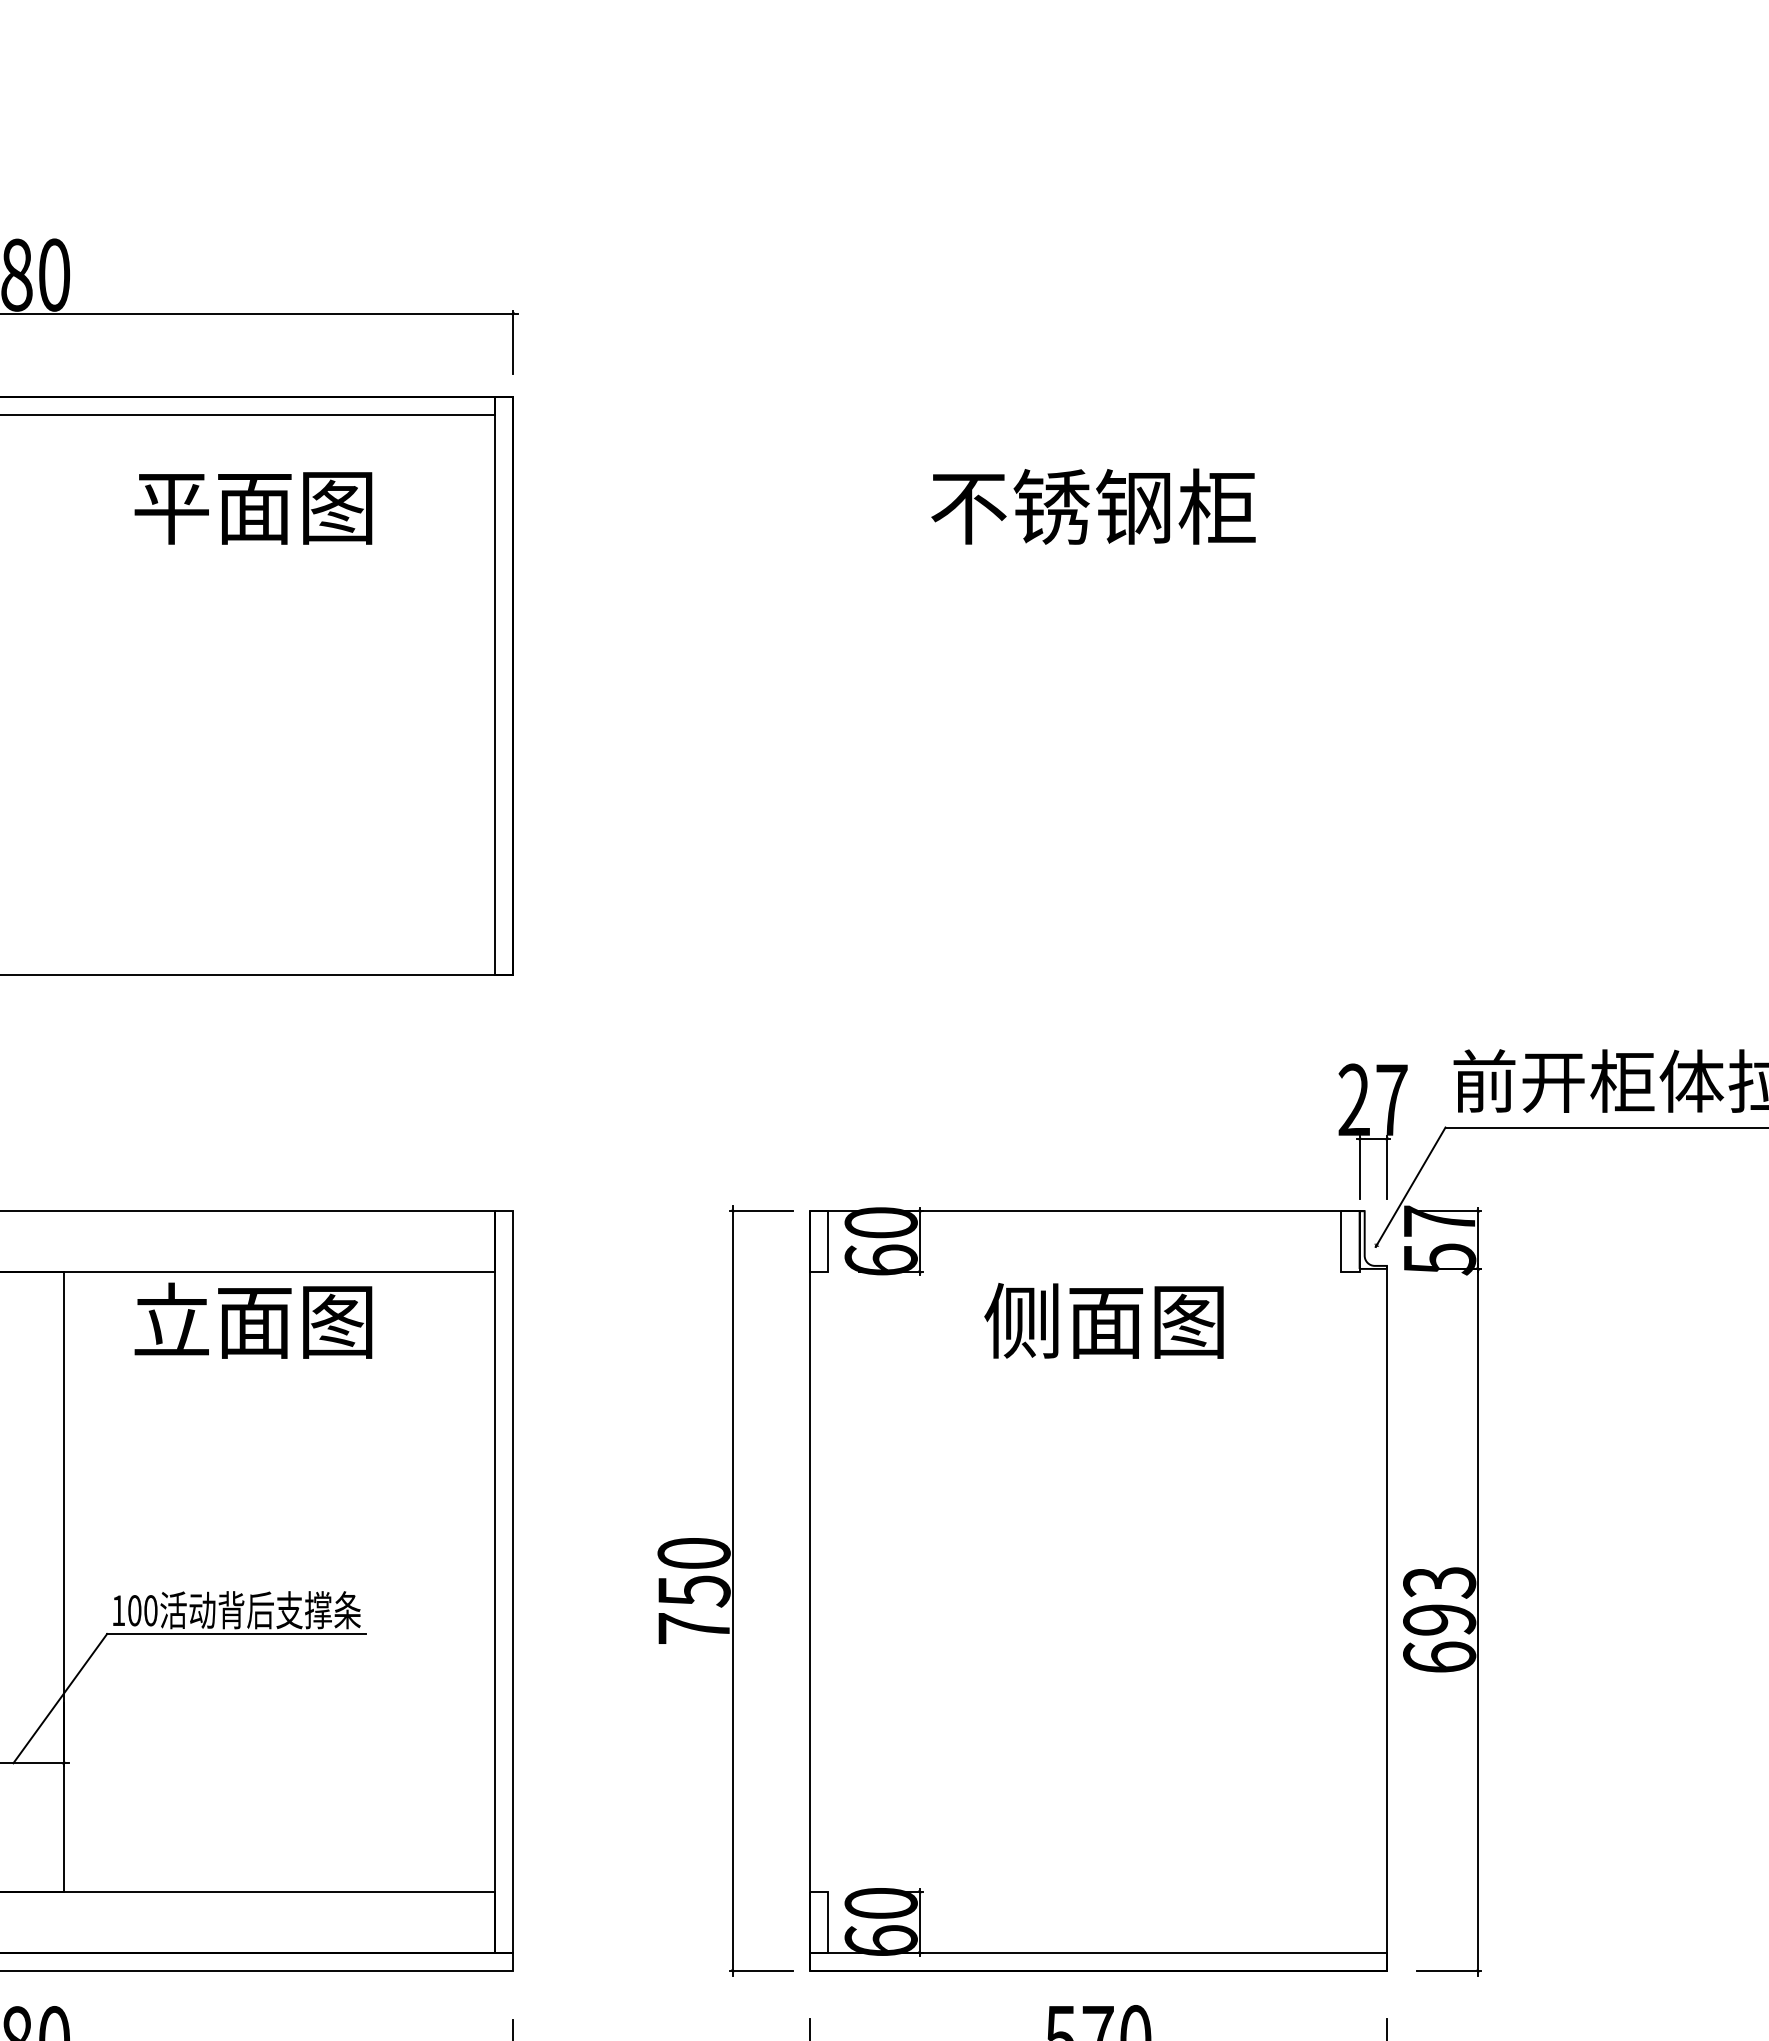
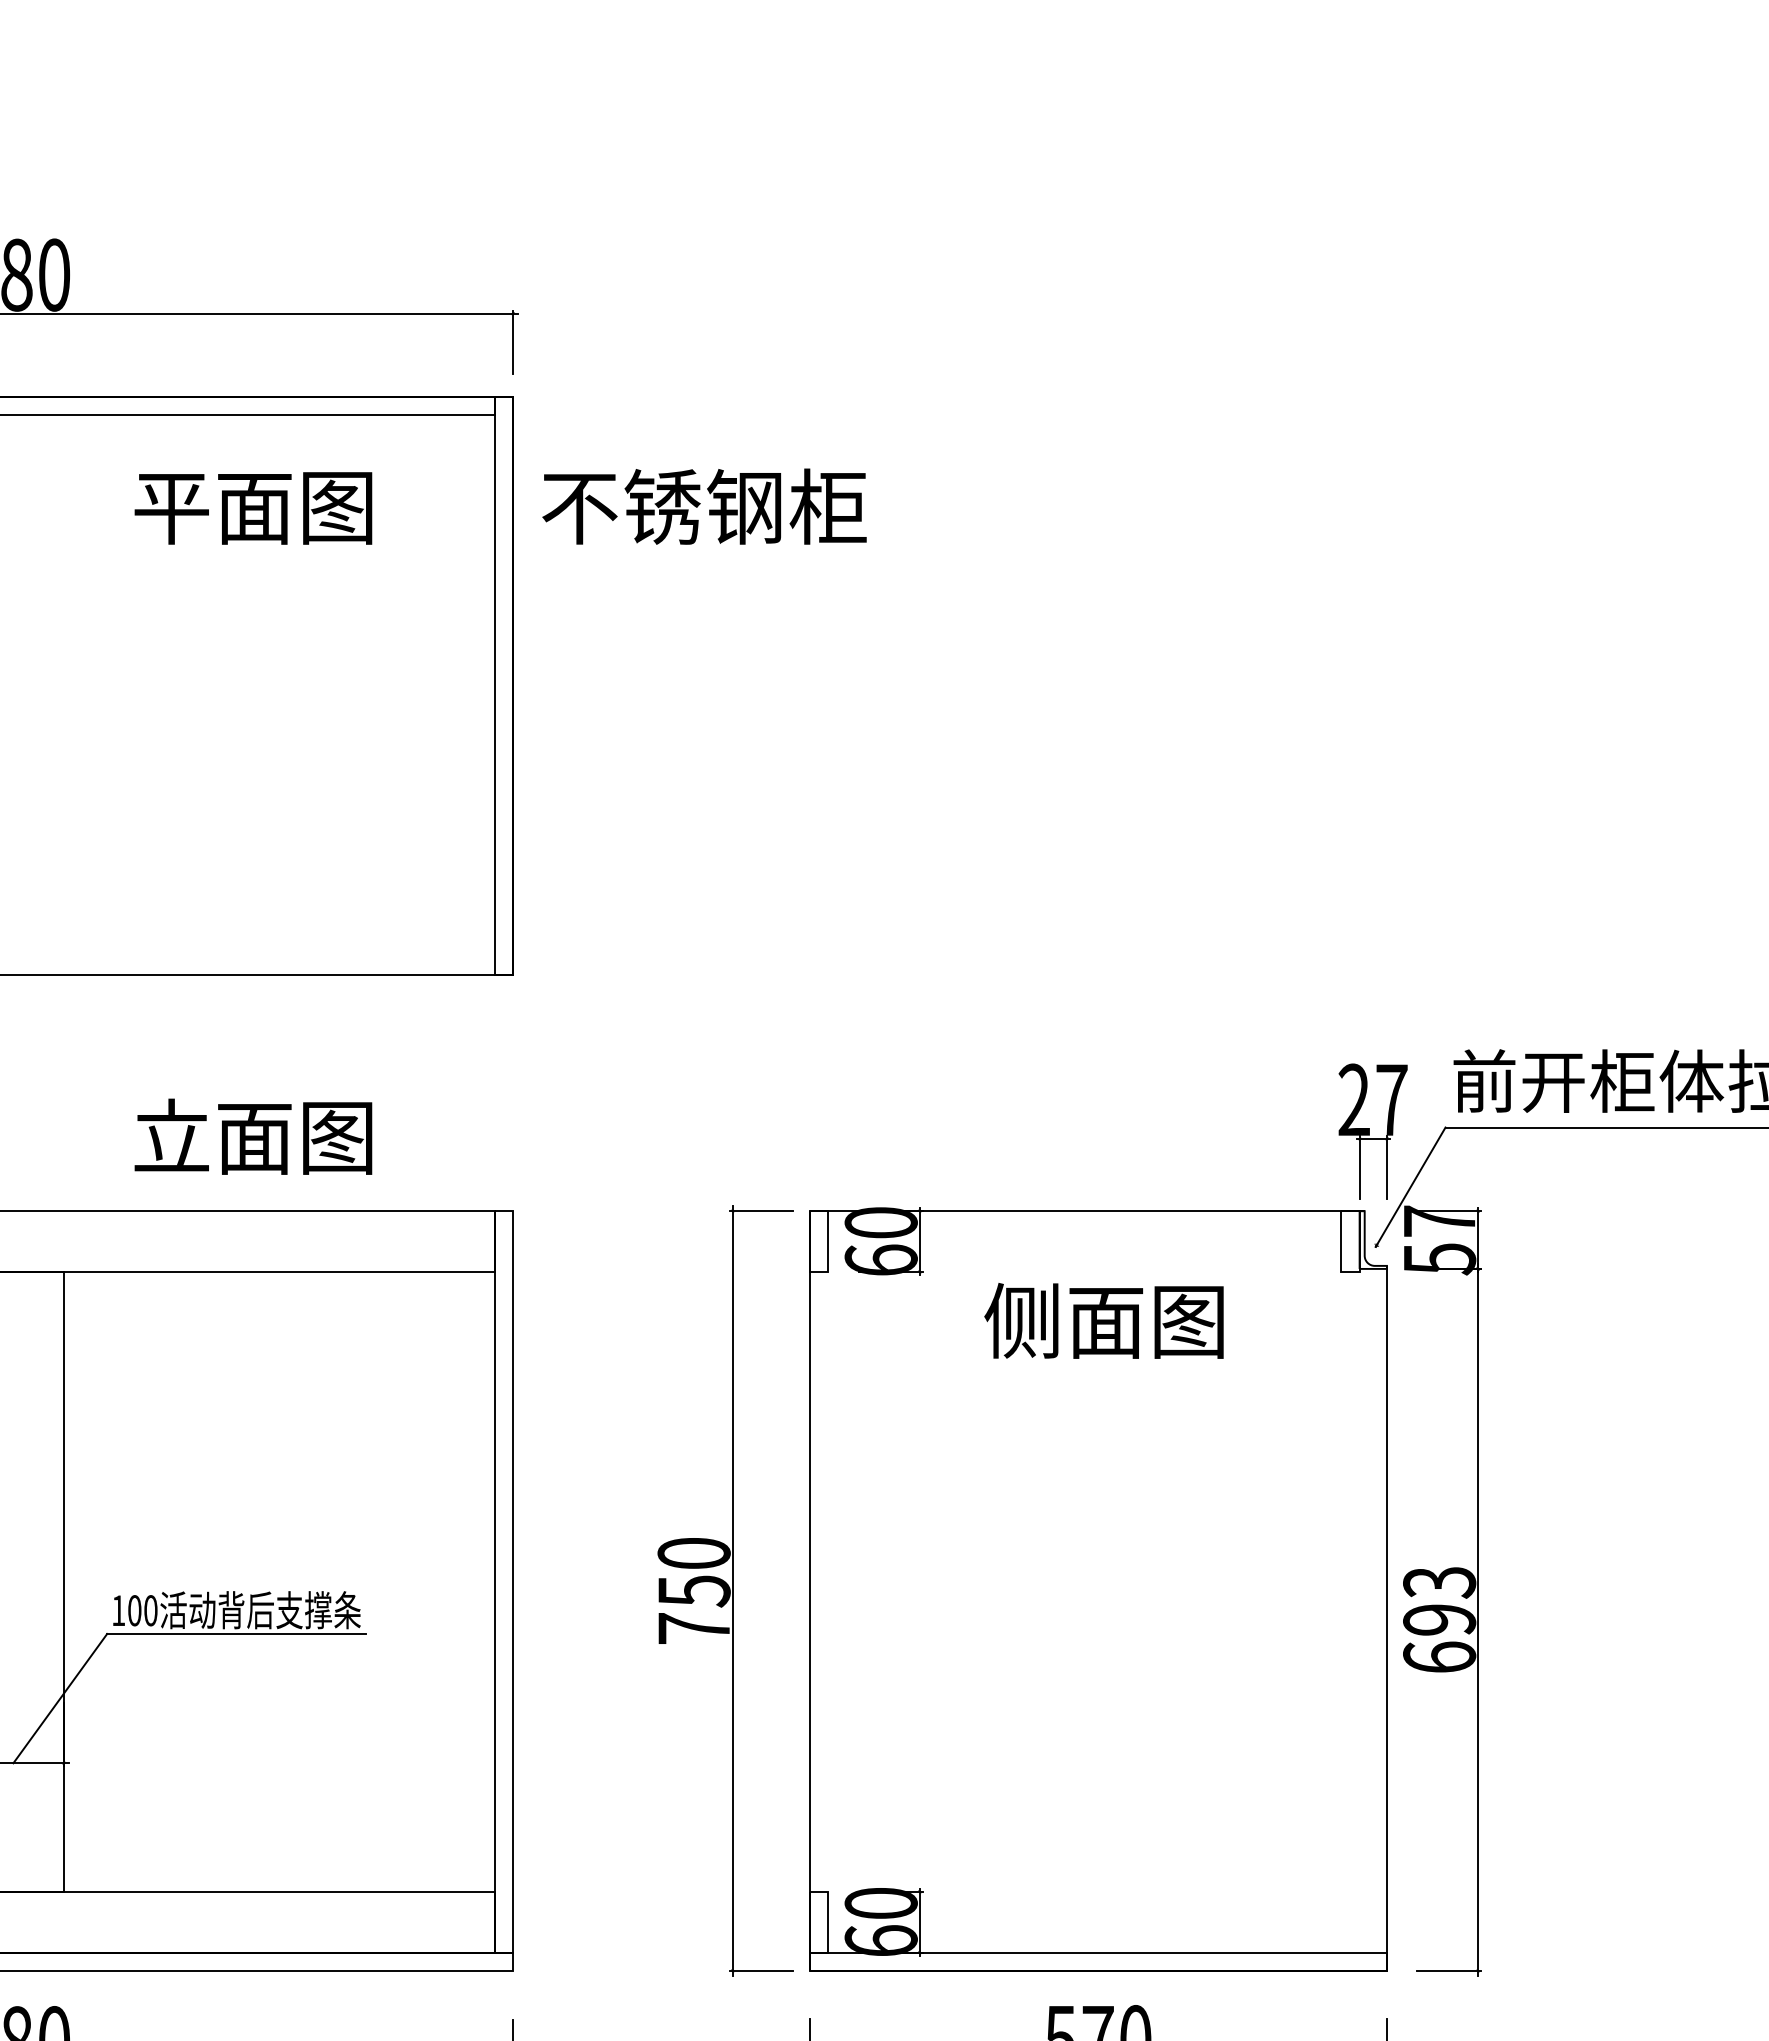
text at (1093, 506) position: (1093, 506) -> (704, 506)
text at (253, 1320) position: (253, 1320) -> (253, 1136)
